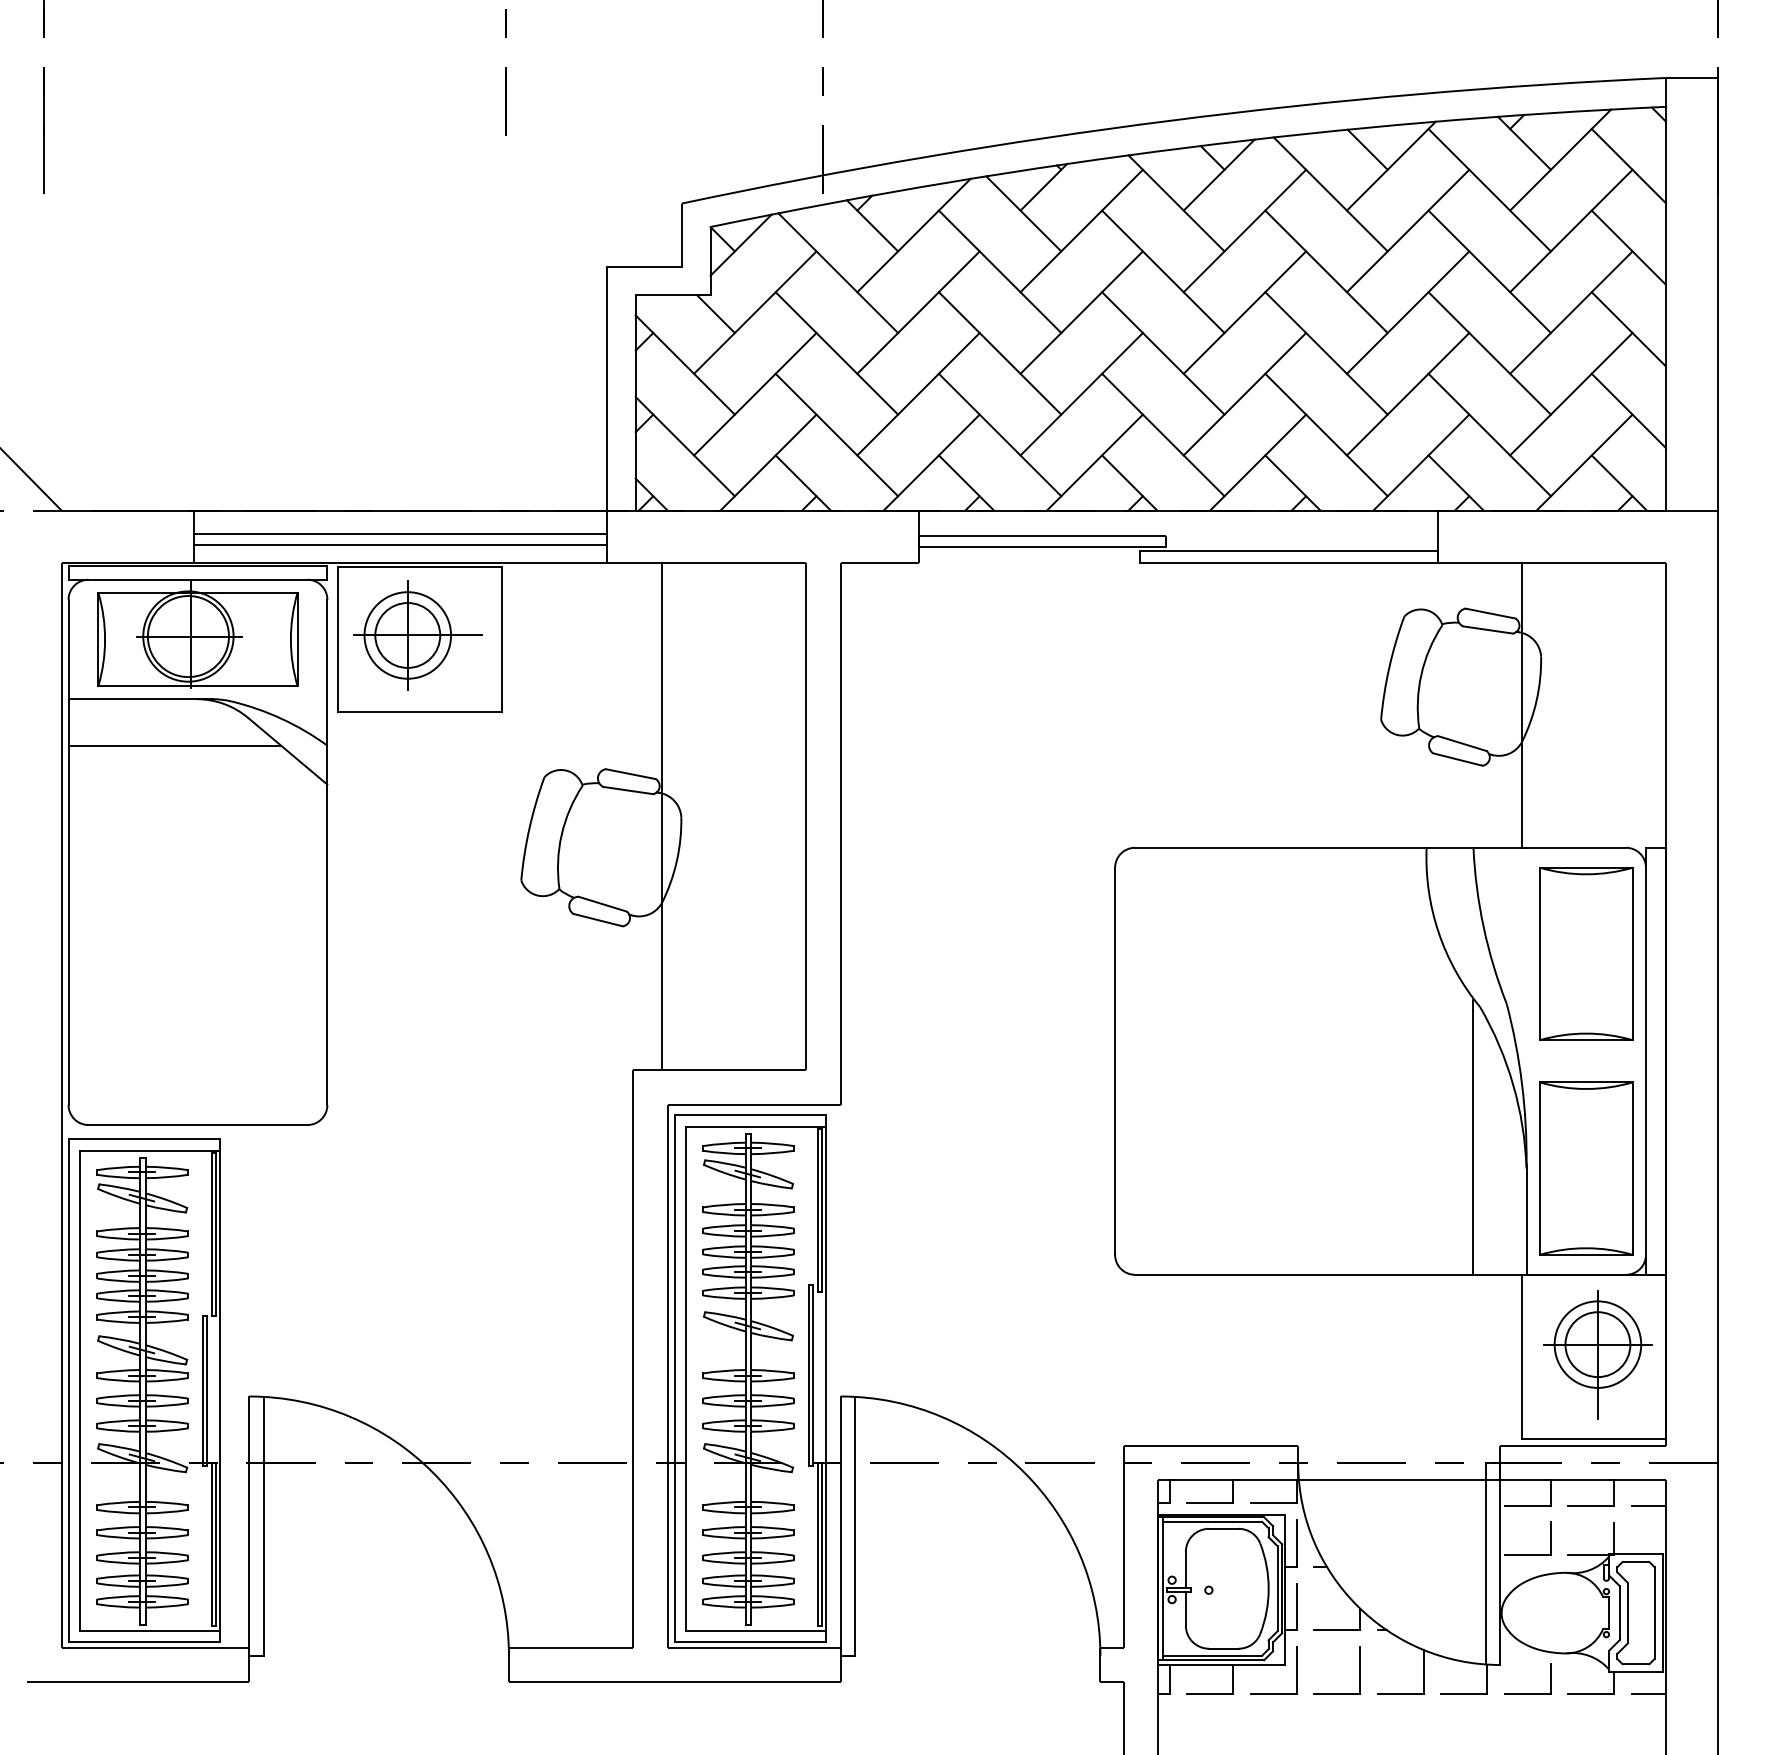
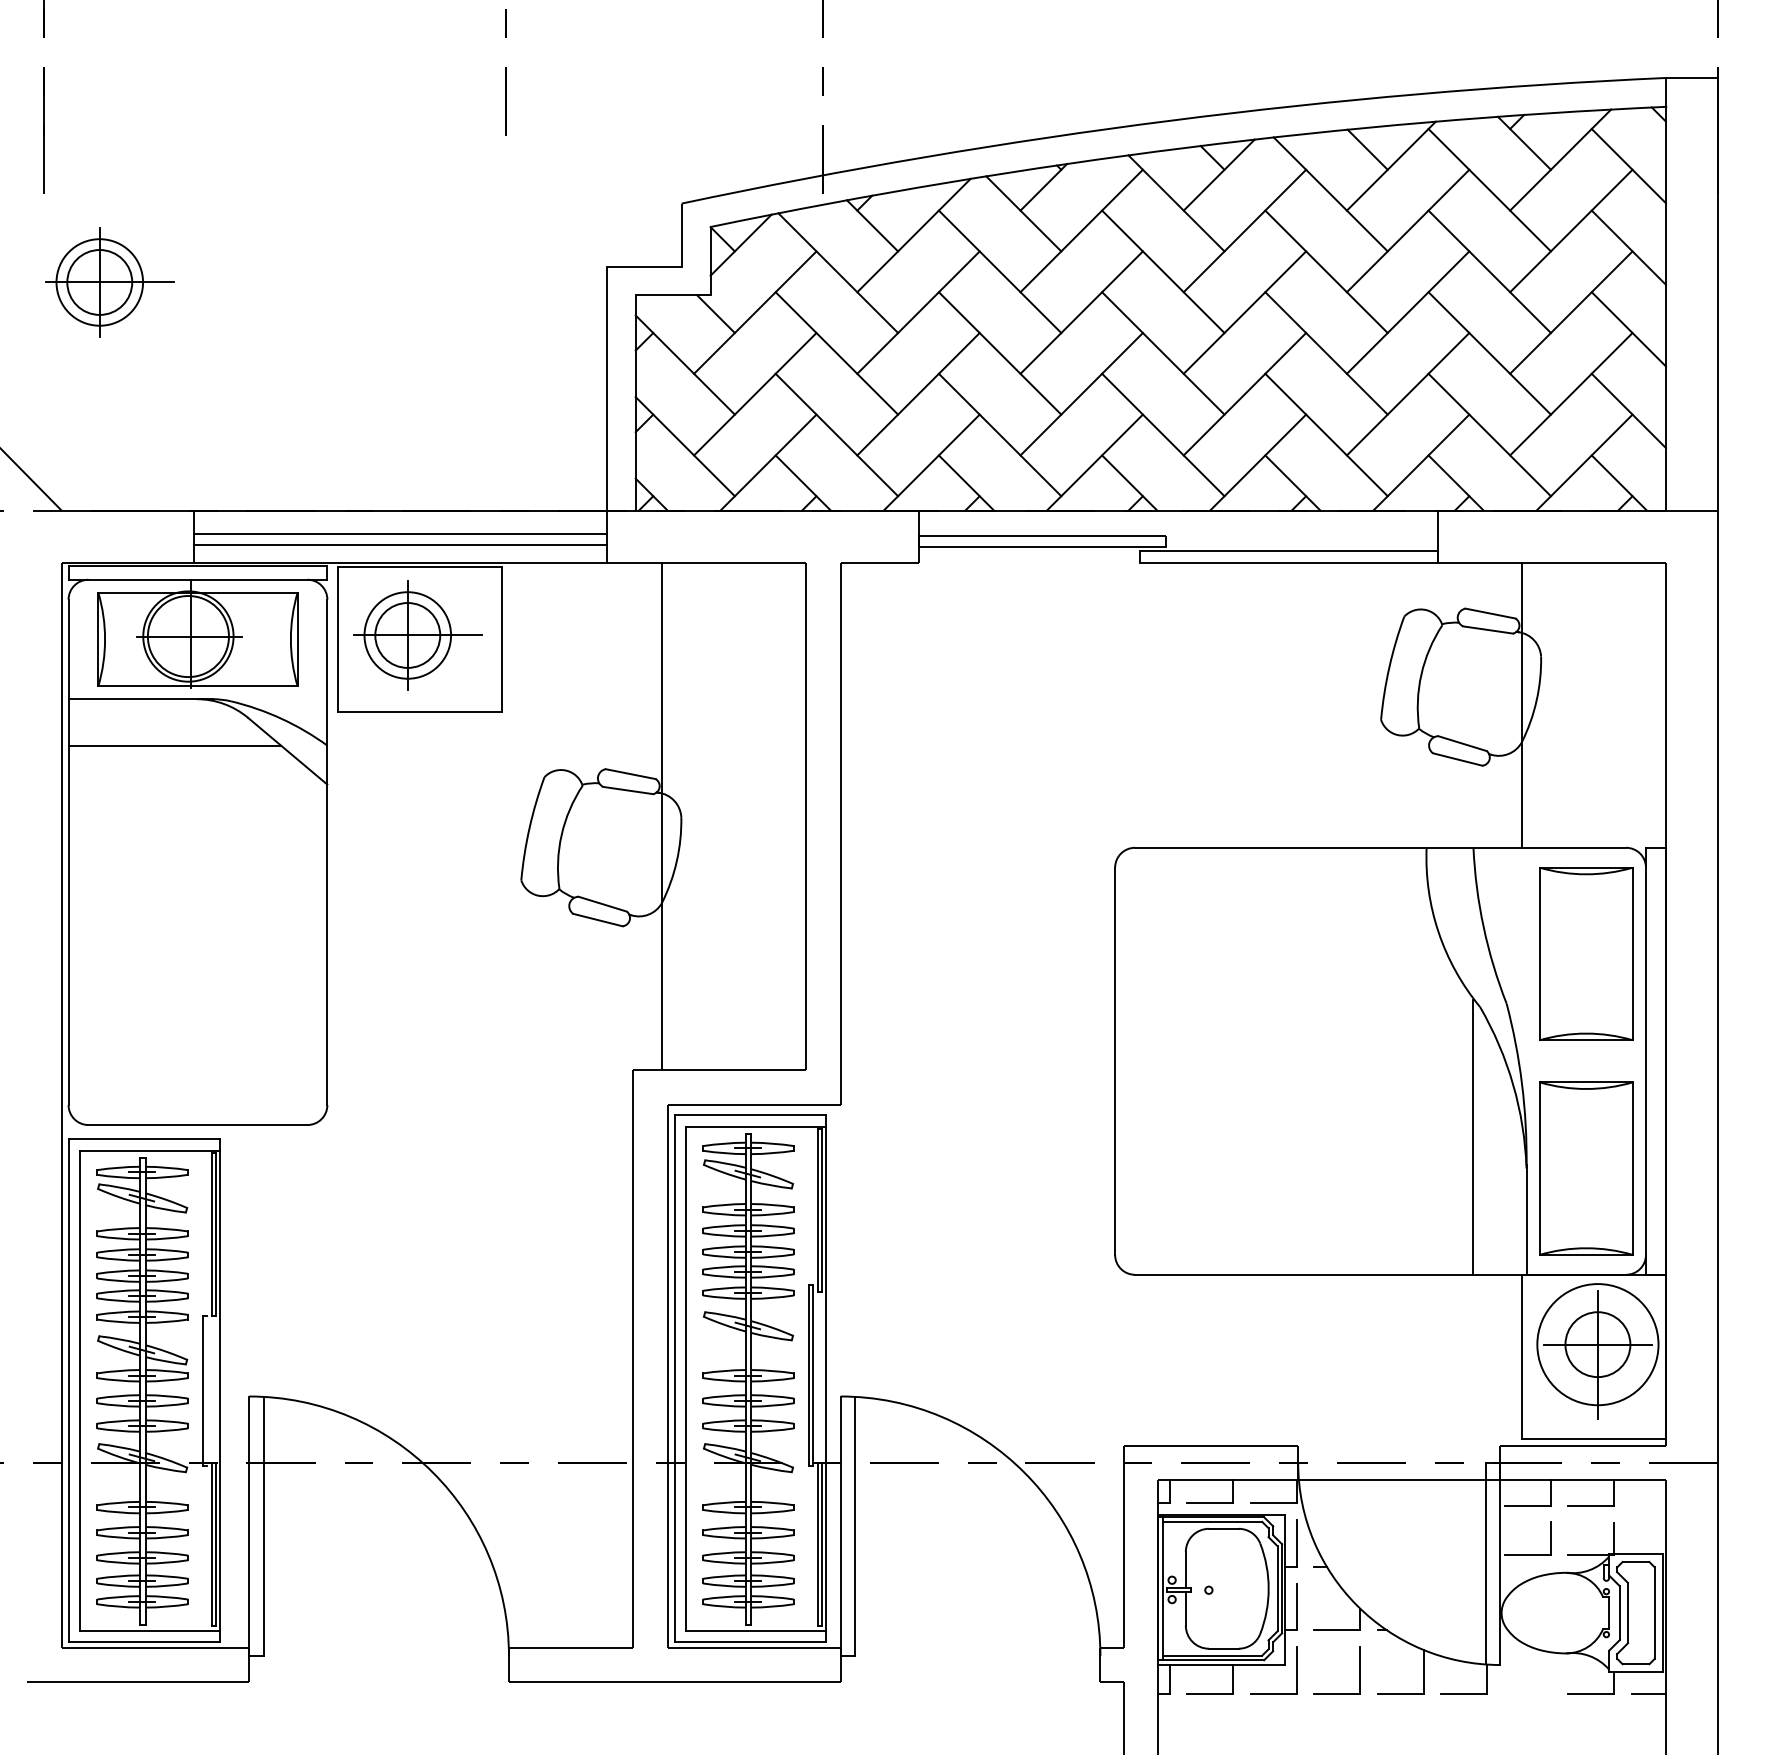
part at (109, 282): none -> present
circle at (1597, 1344) diameter: 87 px -> 121 px
line at (207, 1391): present -> none
line at (1648, 1505): present -> none
part at (1527, 1693): present -> none
